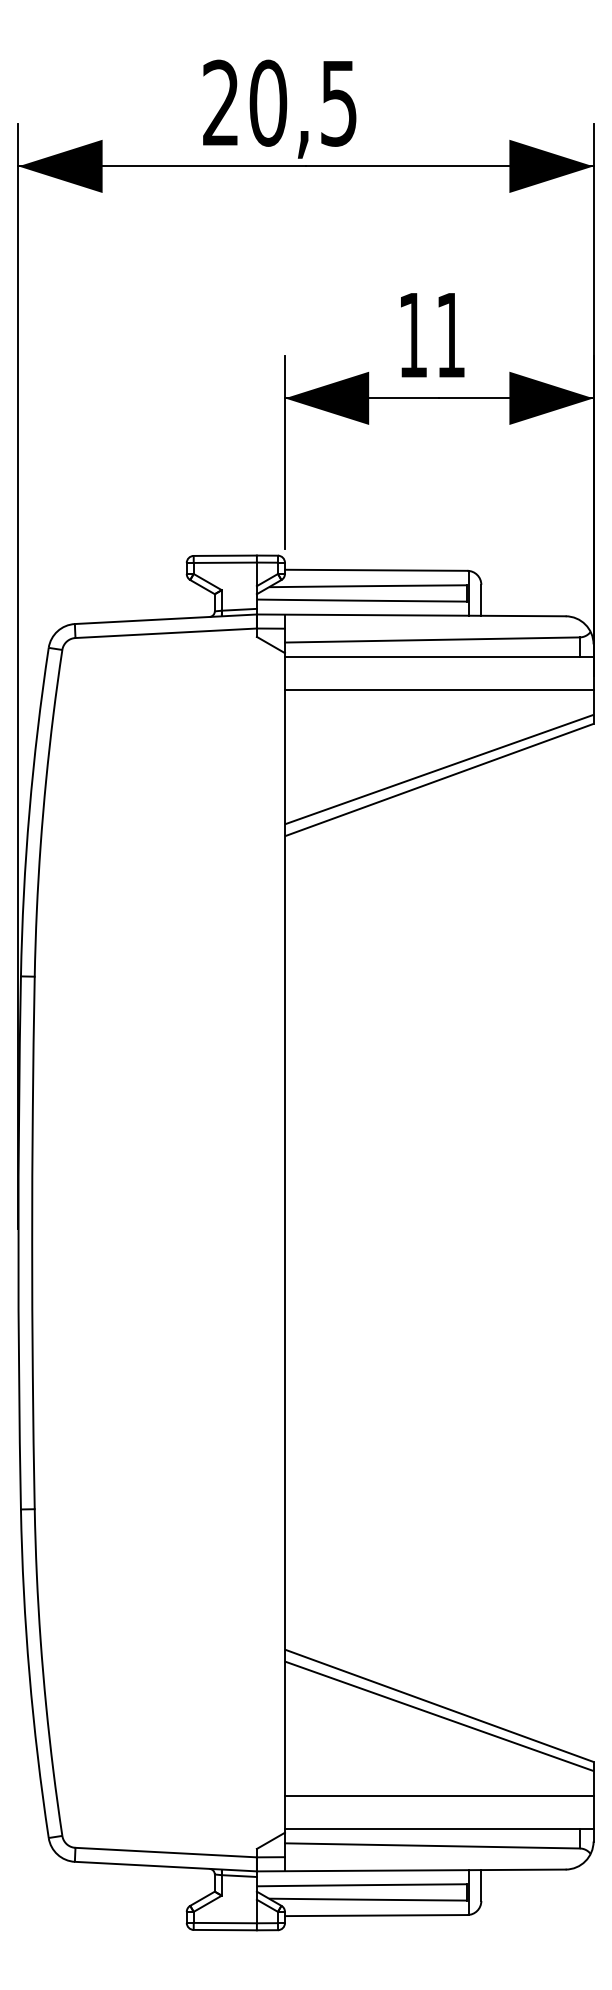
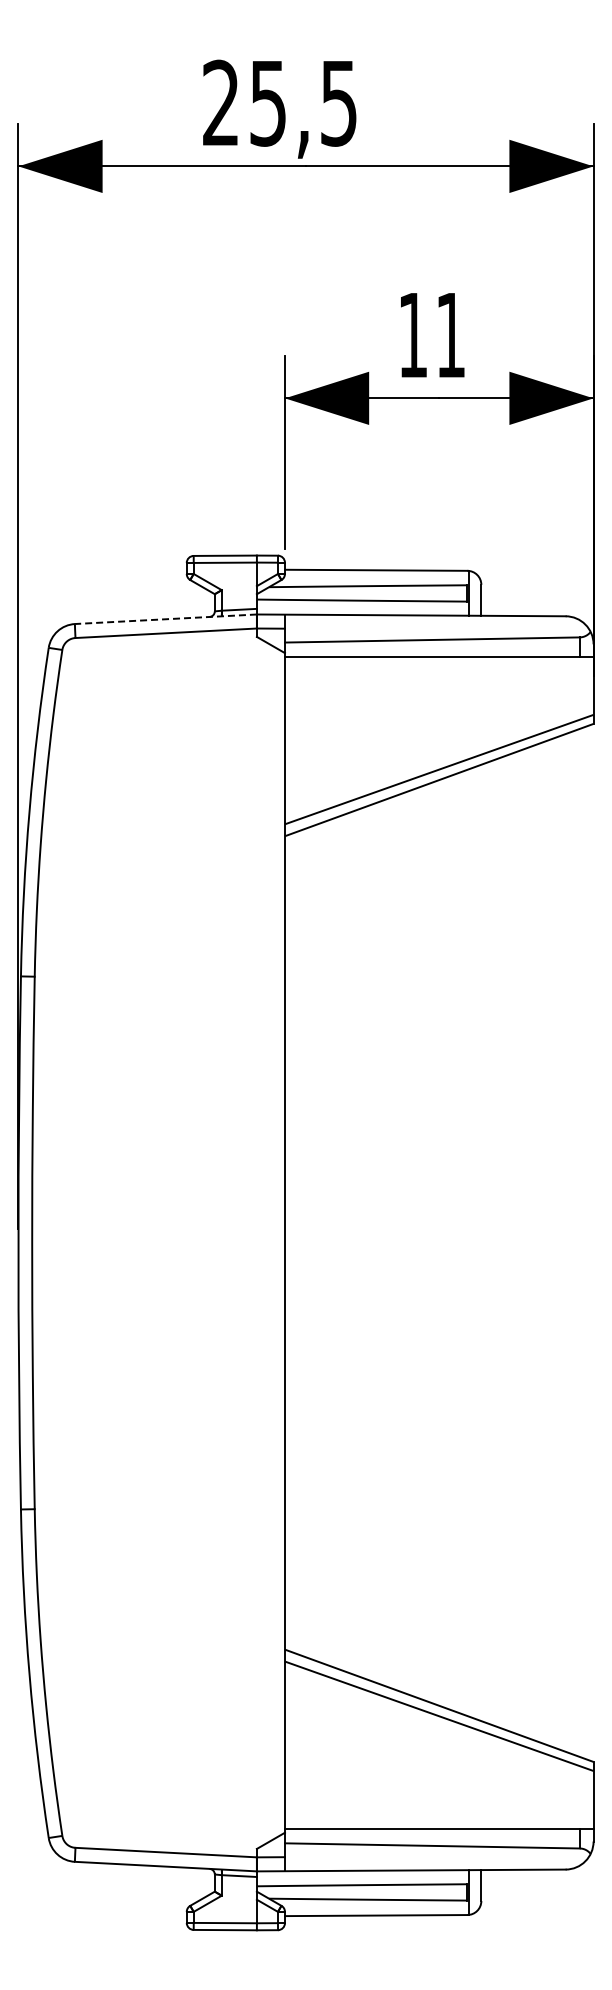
text at (268, 102): 20,5 -> 25,5
line at (165, 619): solid -> dashed
line at (438, 690): present -> none
line at (438, 1795): present -> none
